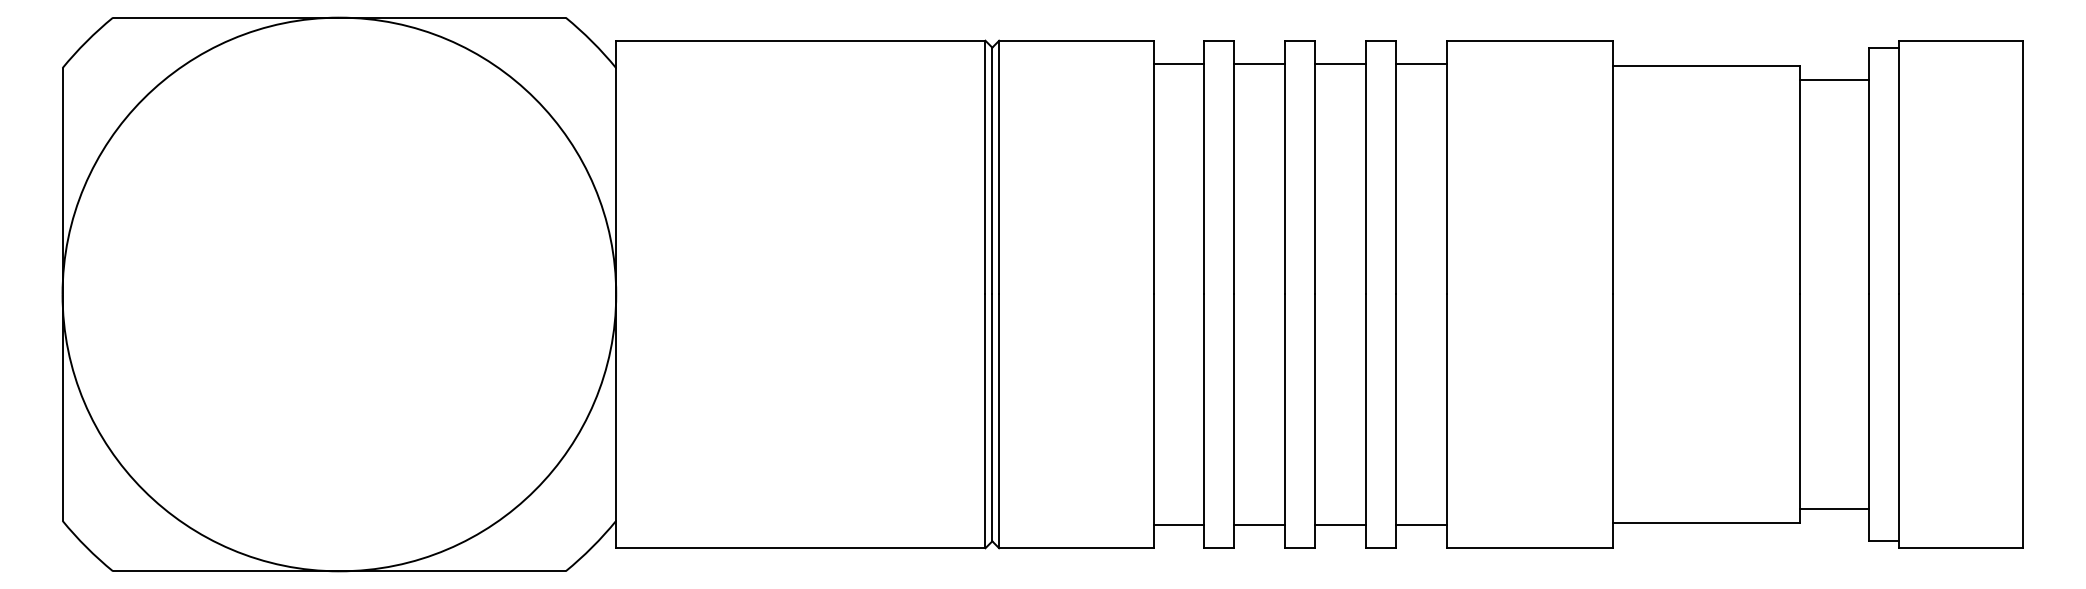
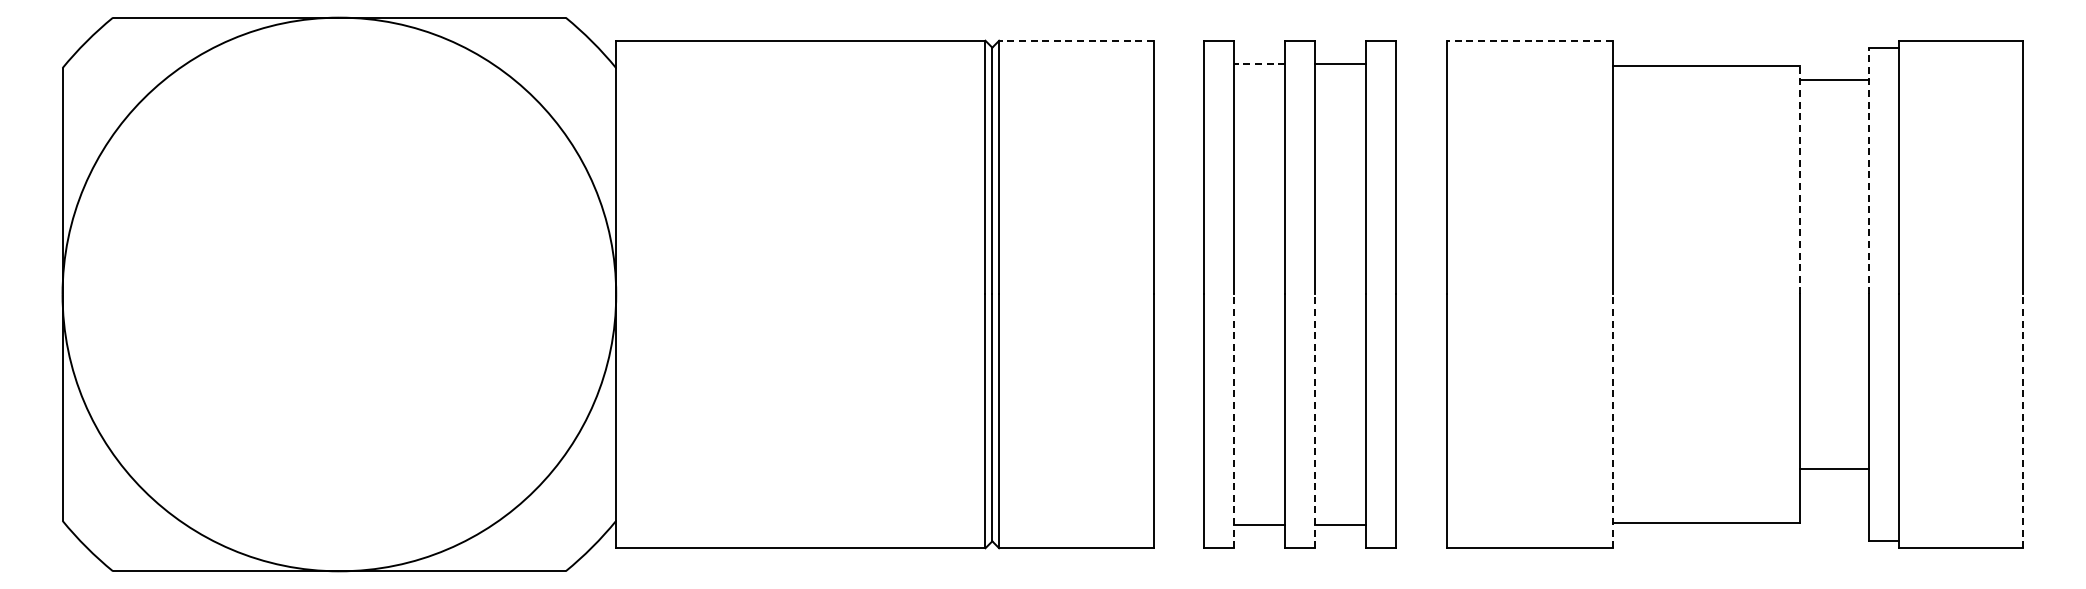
line at (1075, 40): solid -> dashed
line at (1529, 40): solid -> dashed
line at (1178, 63): present -> none
line at (1259, 63): solid -> dashed
line at (1420, 63): present -> none
line at (1868, 170): solid -> dashed
line at (1799, 179): solid -> dashed
line at (1234, 421): solid -> dashed
line at (1315, 421): solid -> dashed
line at (1612, 421): solid -> dashed
line at (2023, 421): solid -> dashed
line at (1833, 509) position: (1833, 509) -> (1833, 469)
line at (1178, 525): present -> none
line at (1420, 525): present -> none
